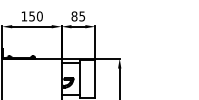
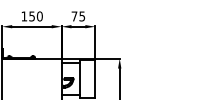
text at (74, 16): 85 -> 75
